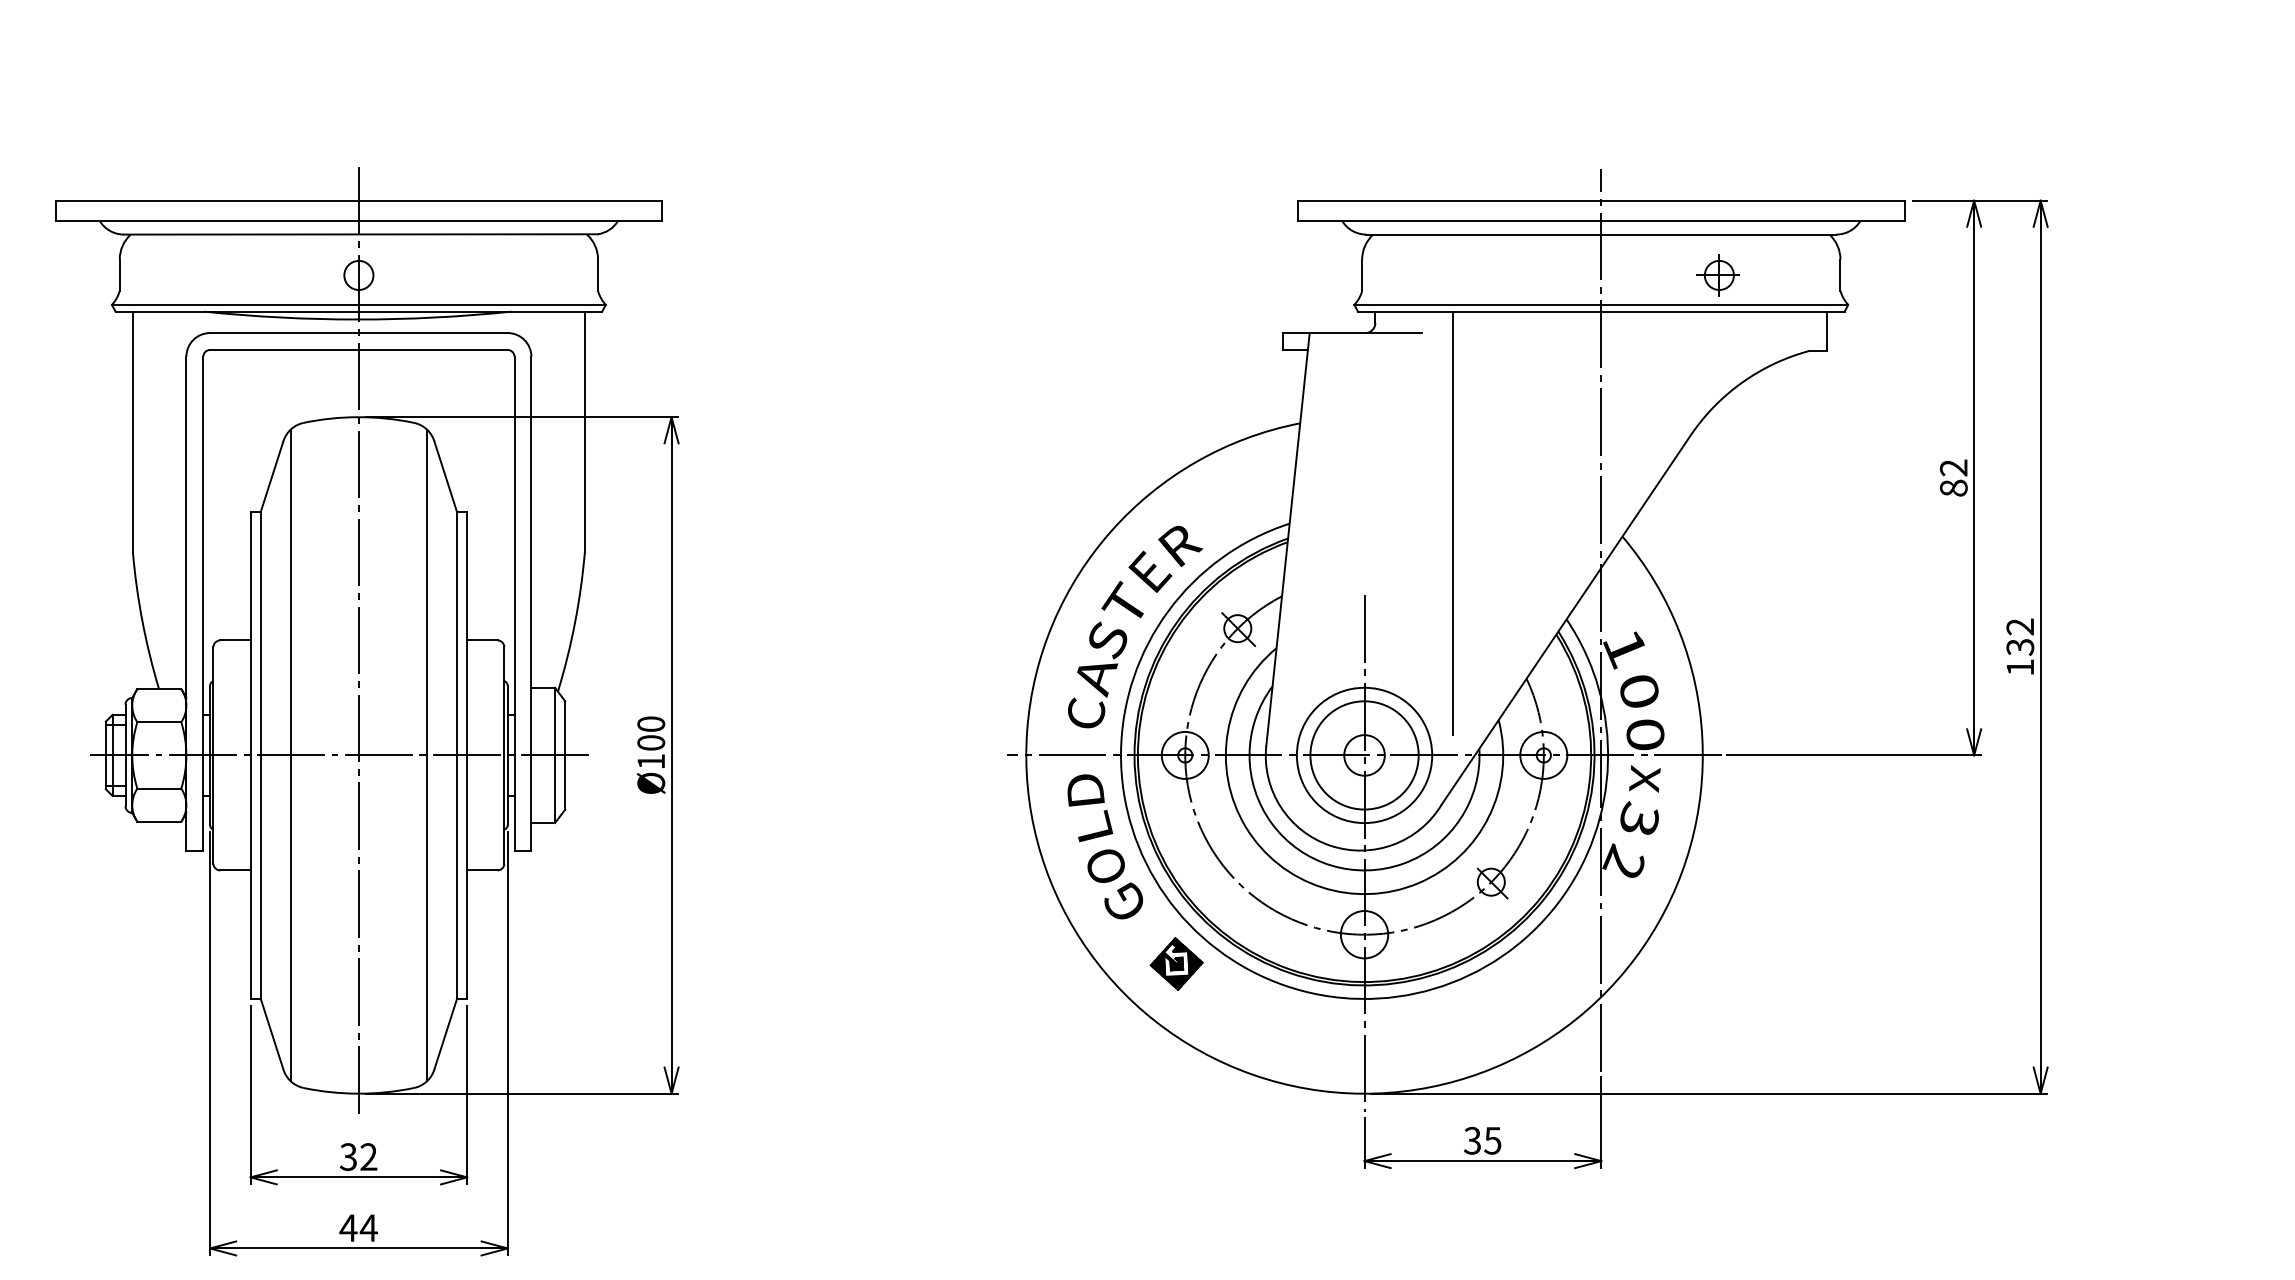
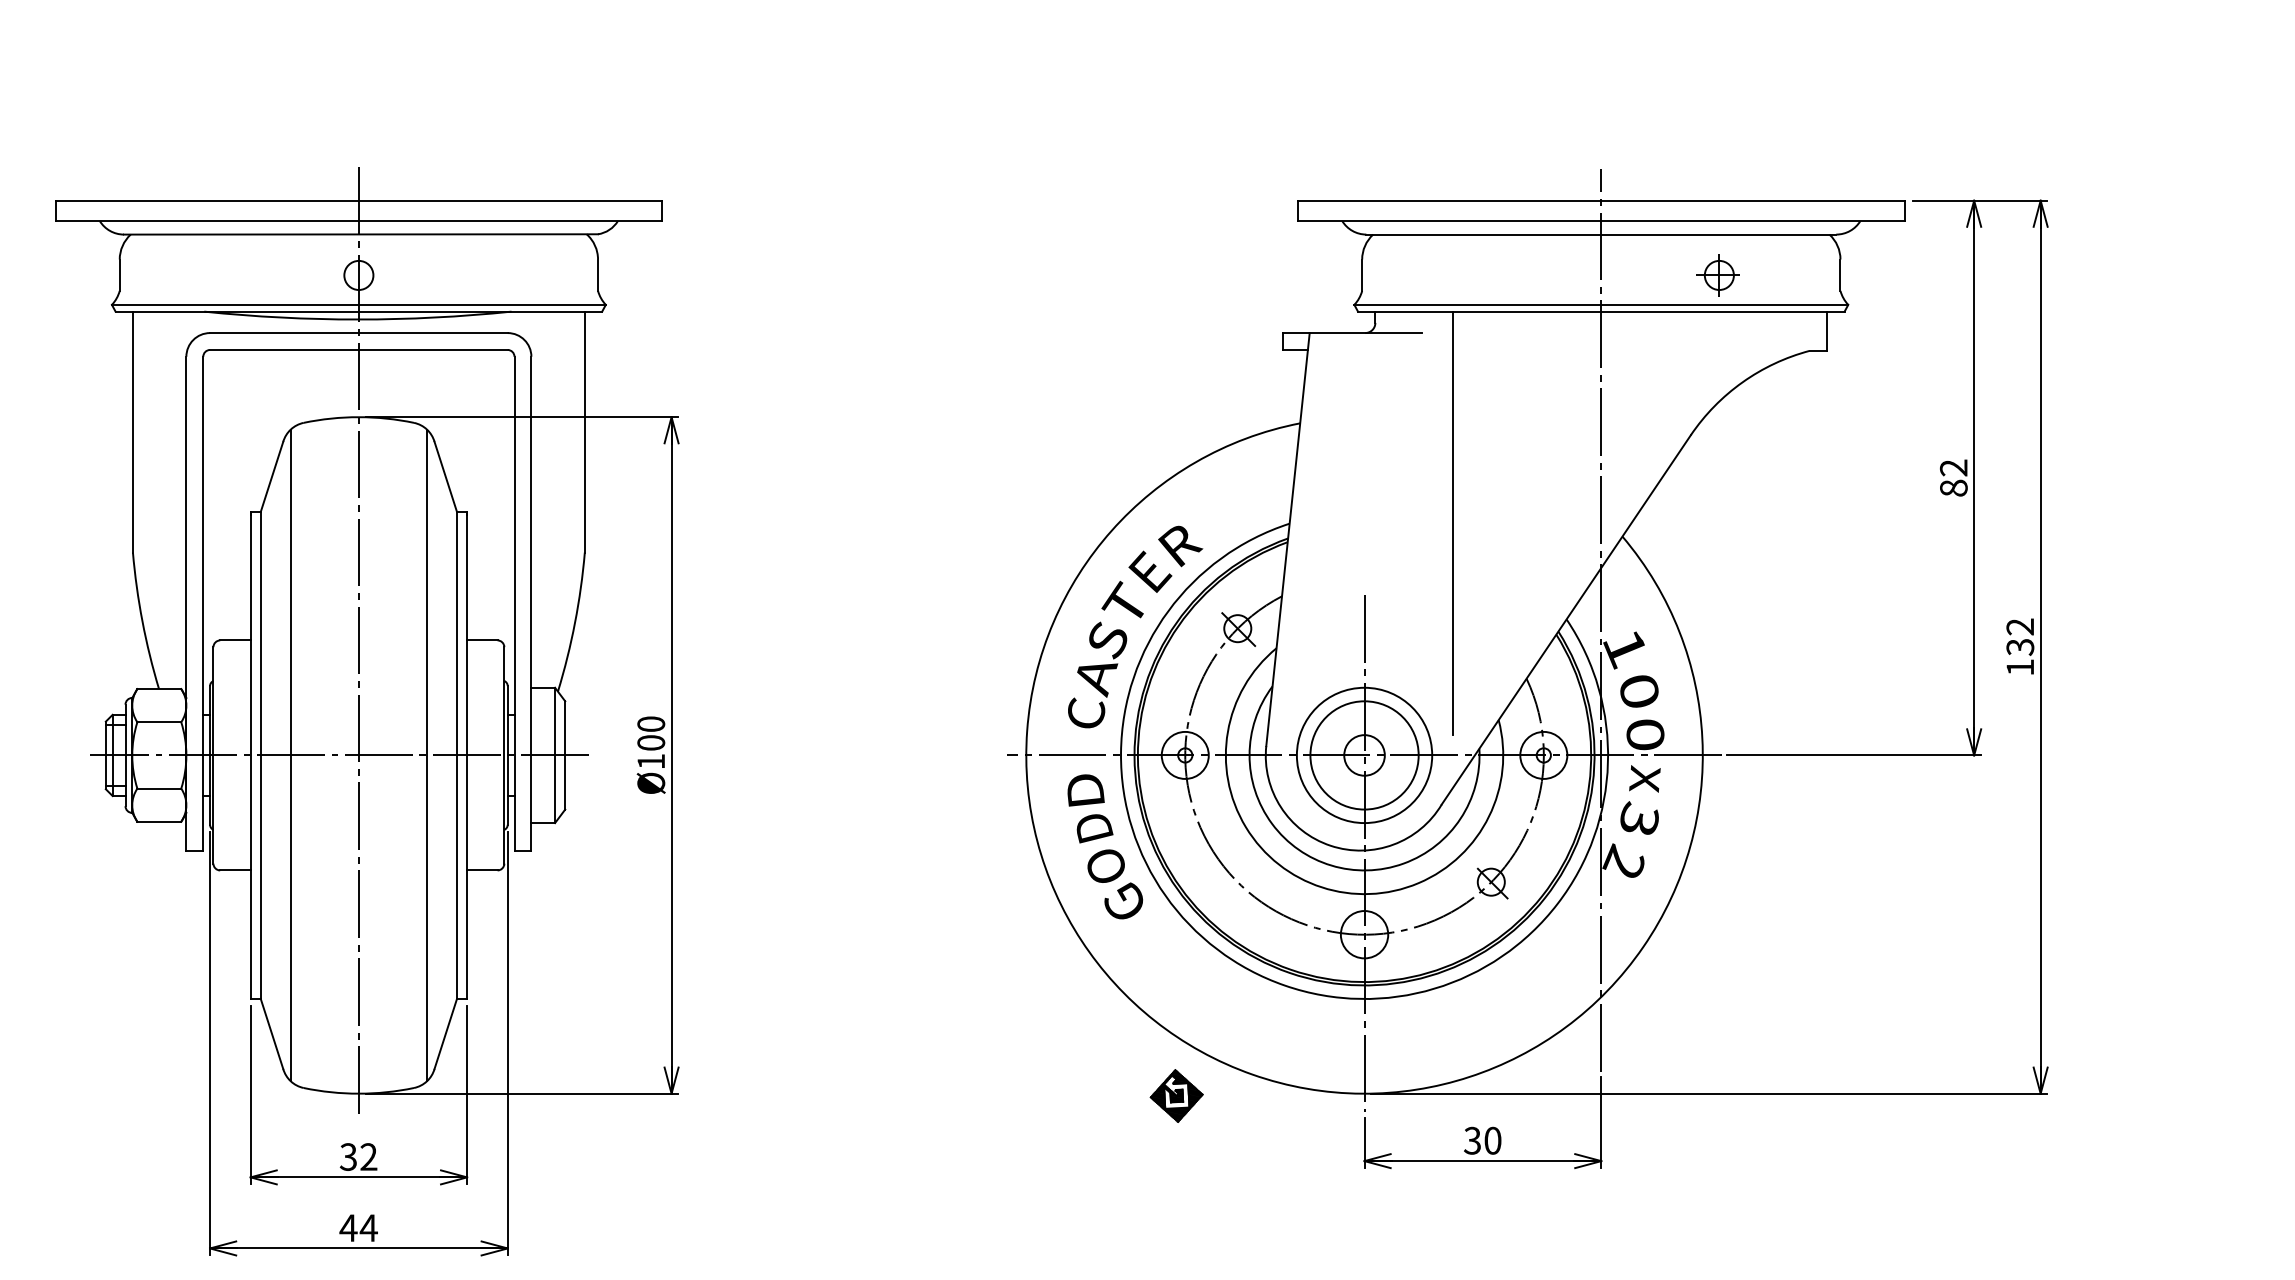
text at (1094, 826): L -> D
part at (1176, 963) position: (1176, 963) -> (1176, 1095)
text at (1492, 1140): 35 -> 30
